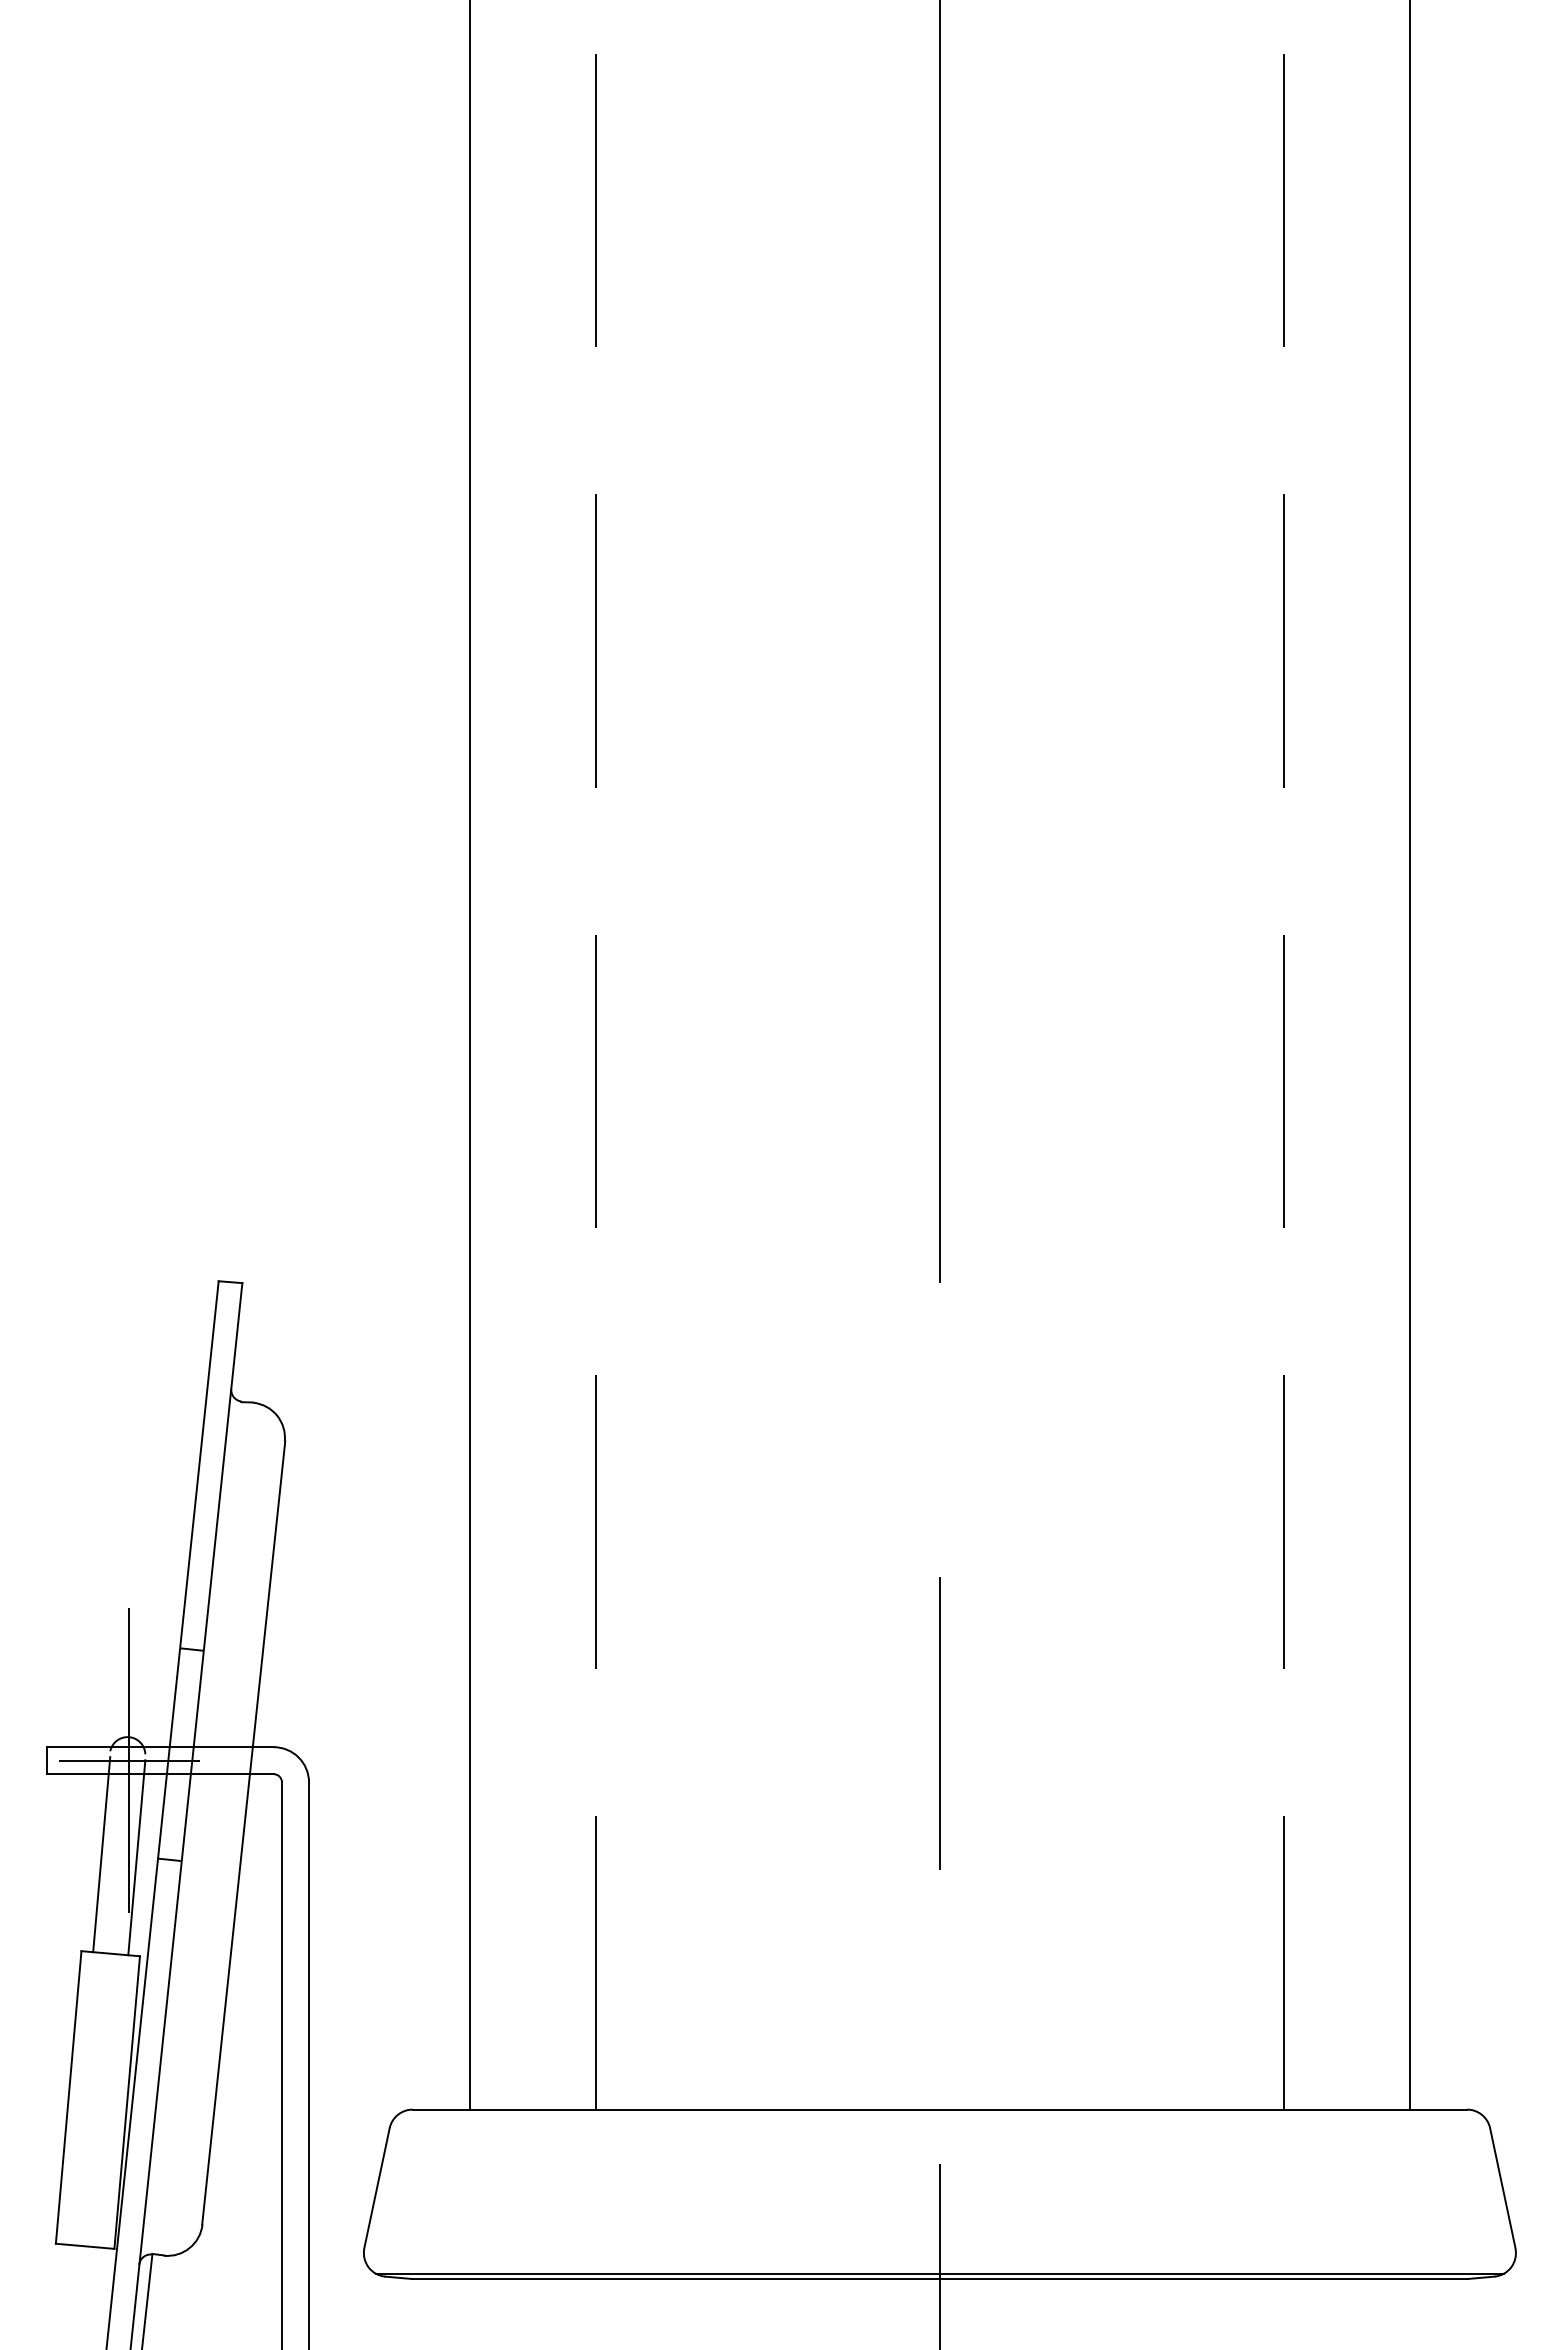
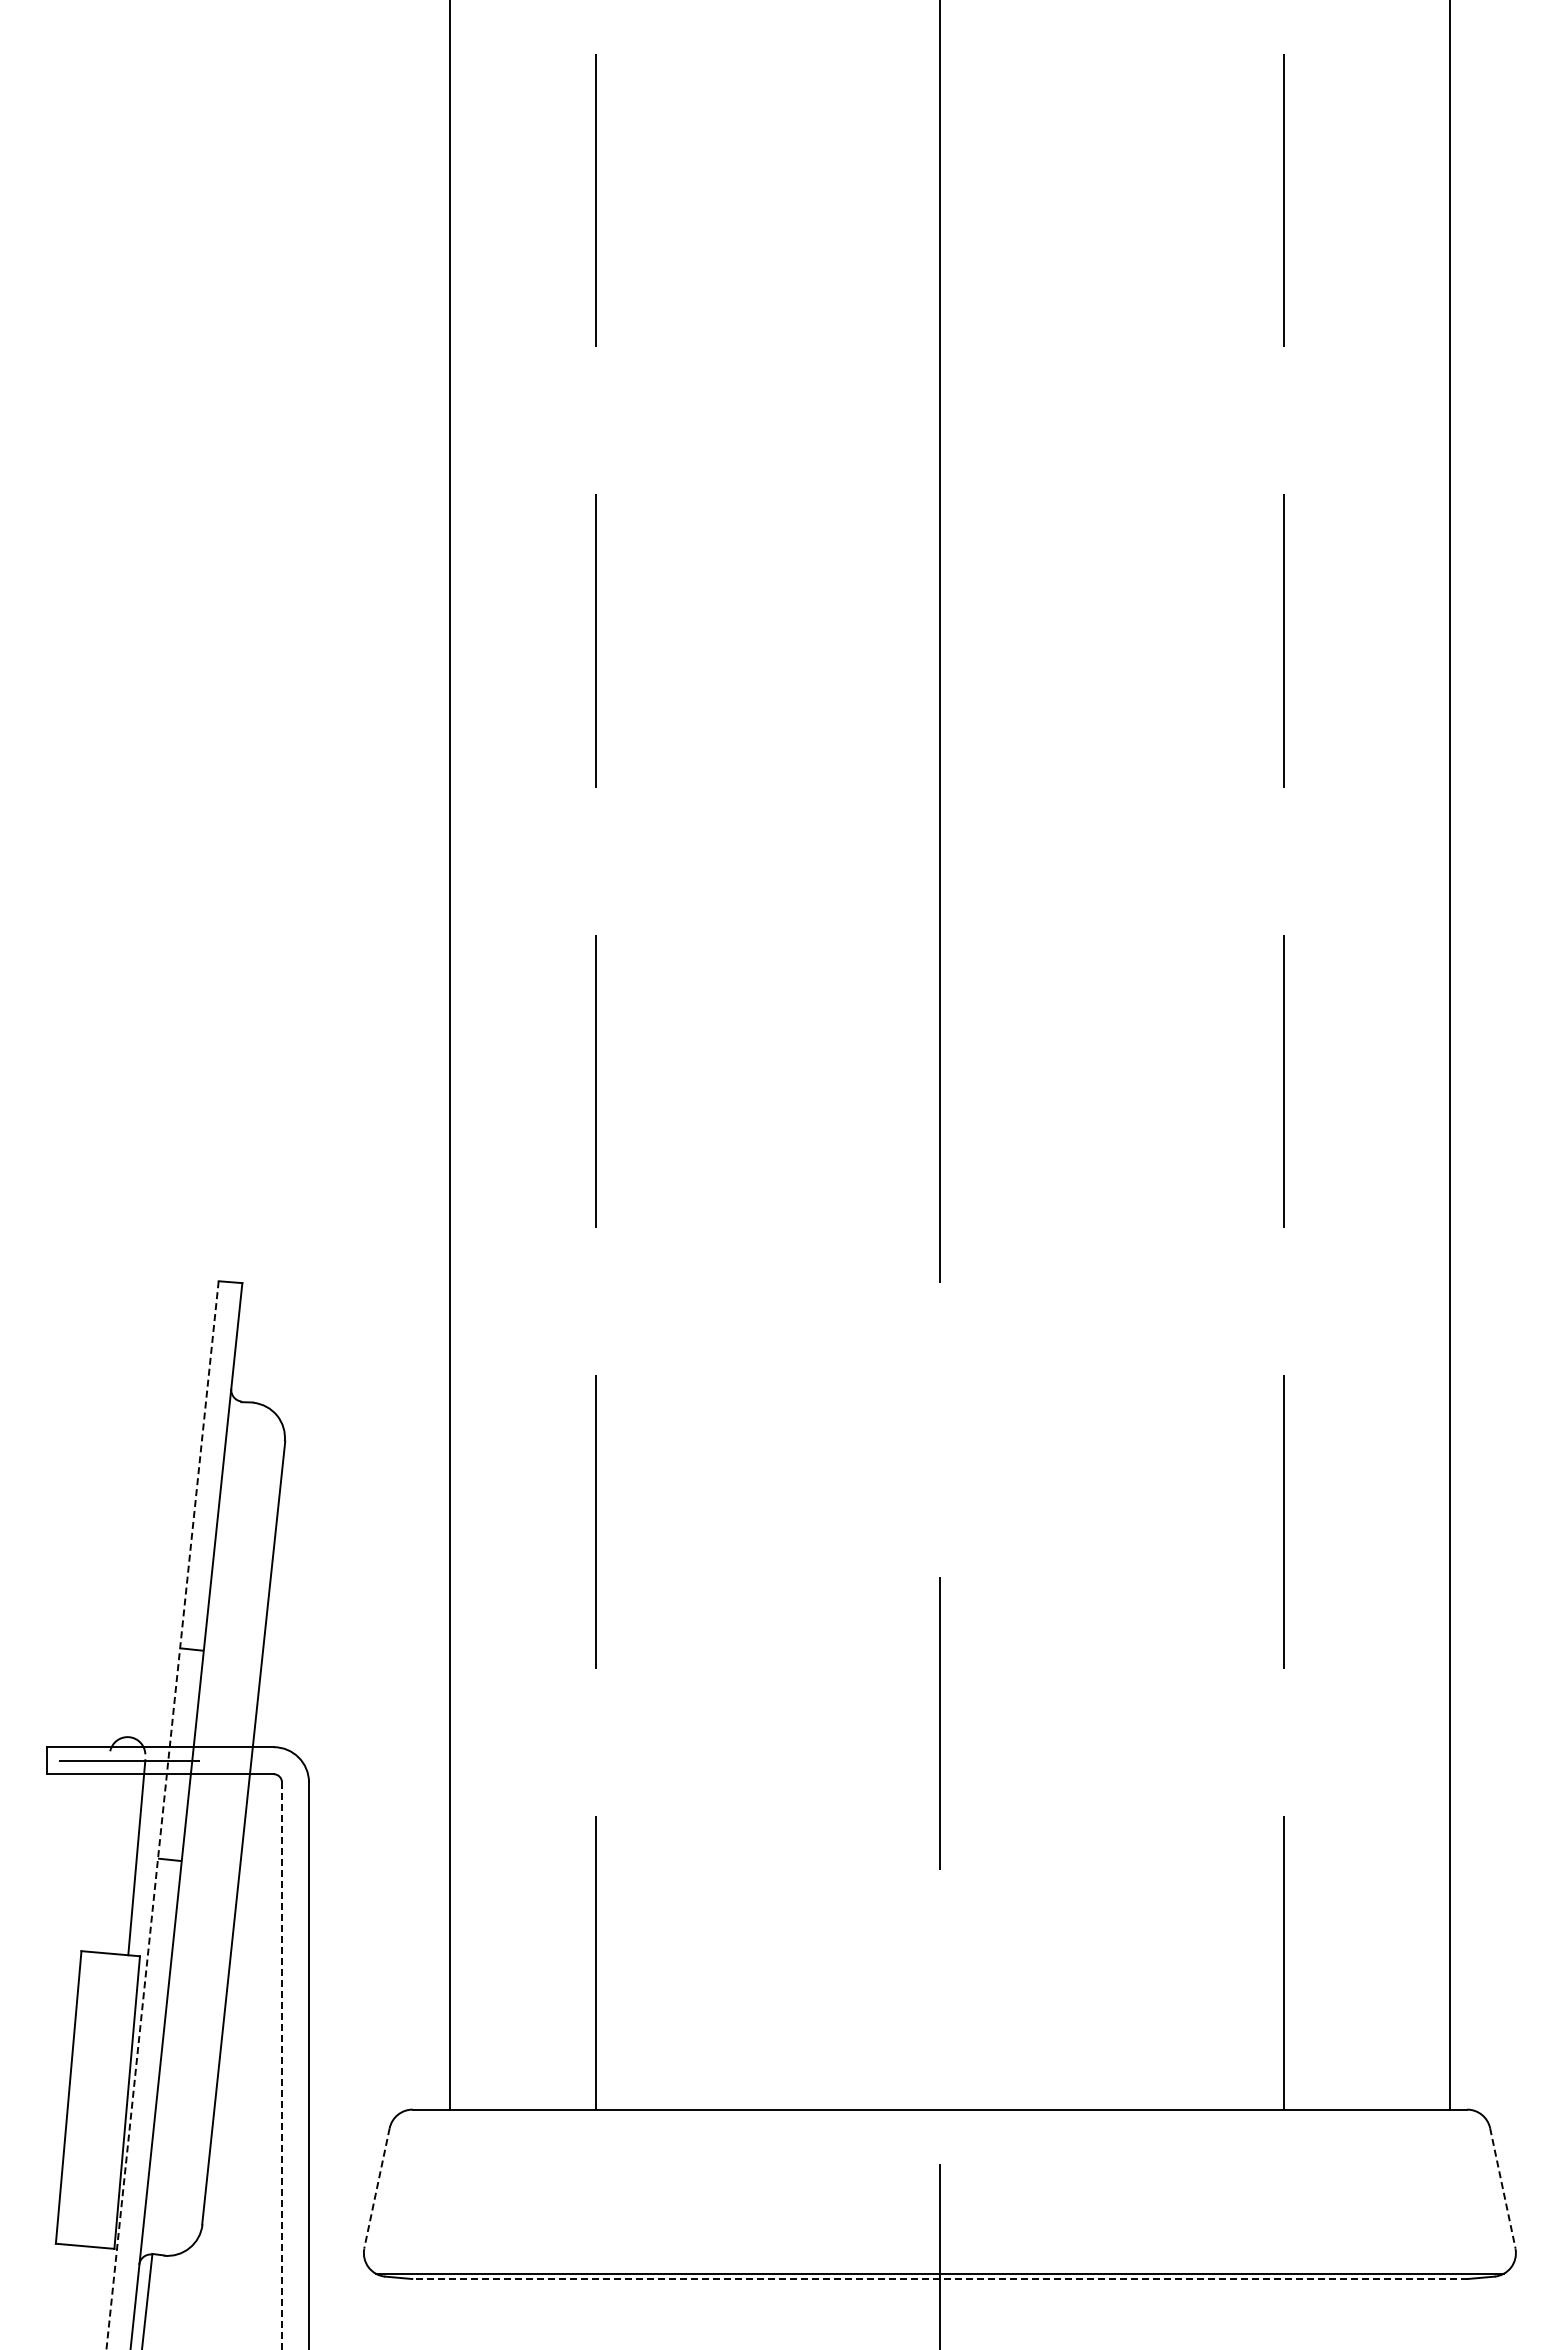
line at (469, 1055) position: (469, 1055) -> (449, 1055)
line at (1409, 1055) position: (1409, 1055) -> (1449, 1055)
line at (129, 1760): present -> none
line at (162, 1815): solid -> dashed
line at (101, 1854): present -> none
line at (282, 2066): solid -> dashed
line at (376, 2188): solid -> dashed
line at (1502, 2188): solid -> dashed
line at (939, 2279): solid -> dashed
